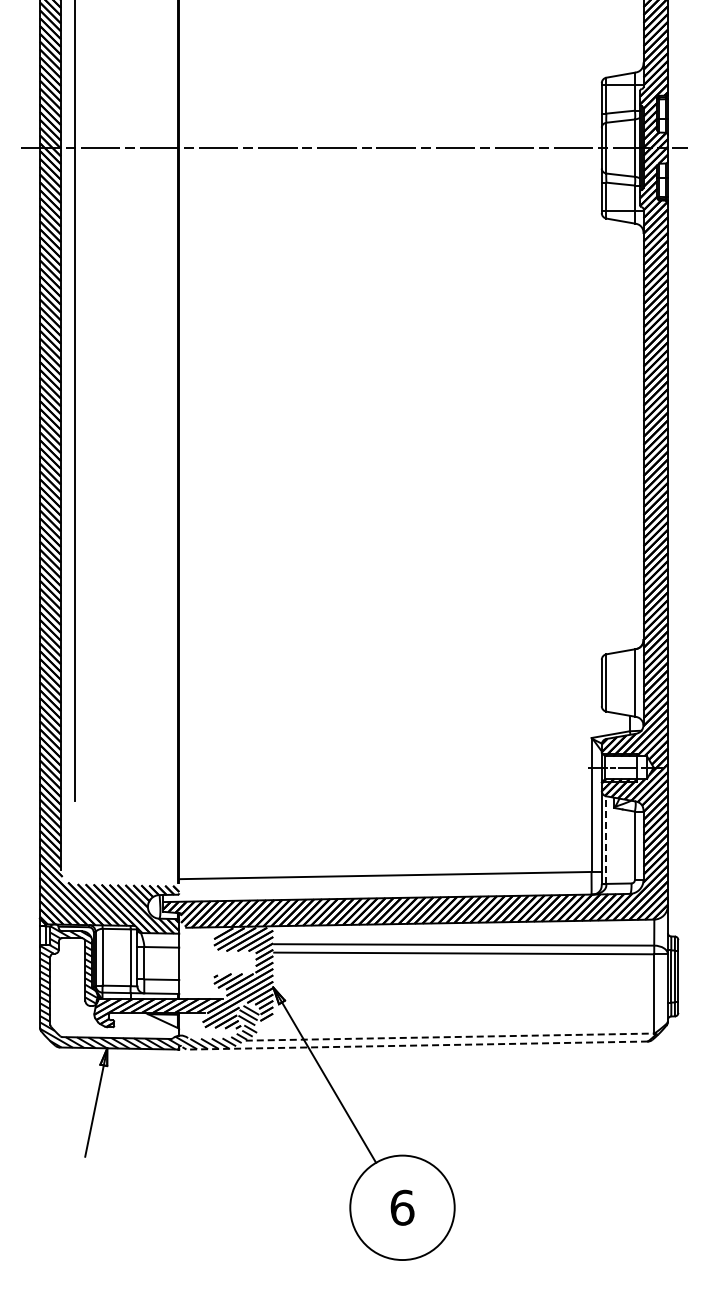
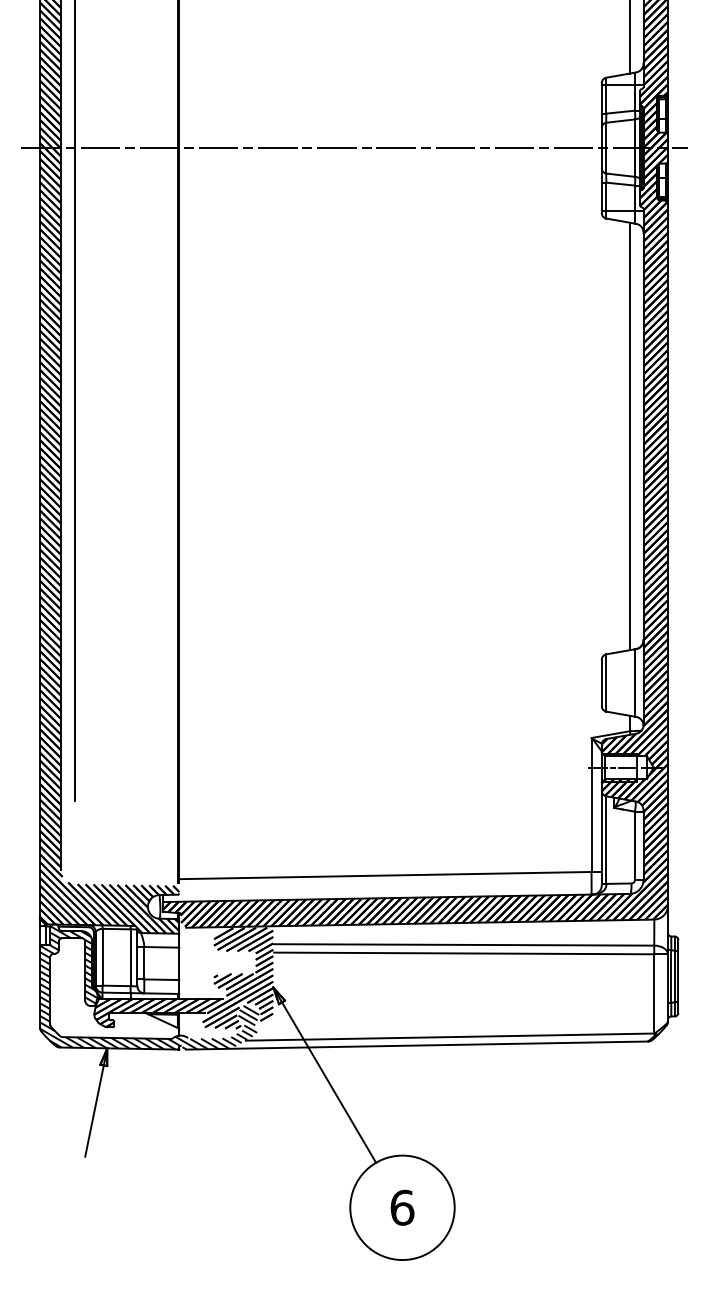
line at (629, 37): none -> present
line at (629, 436): none -> present
line at (606, 840): dashed -> solid
line at (450, 1037): dashed -> solid
line at (417, 1045): dashed -> solid
